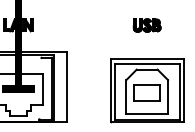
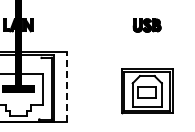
line at (66, 86): solid -> dashed
part at (147, 90) size: 75x66 px -> 53x47 px
